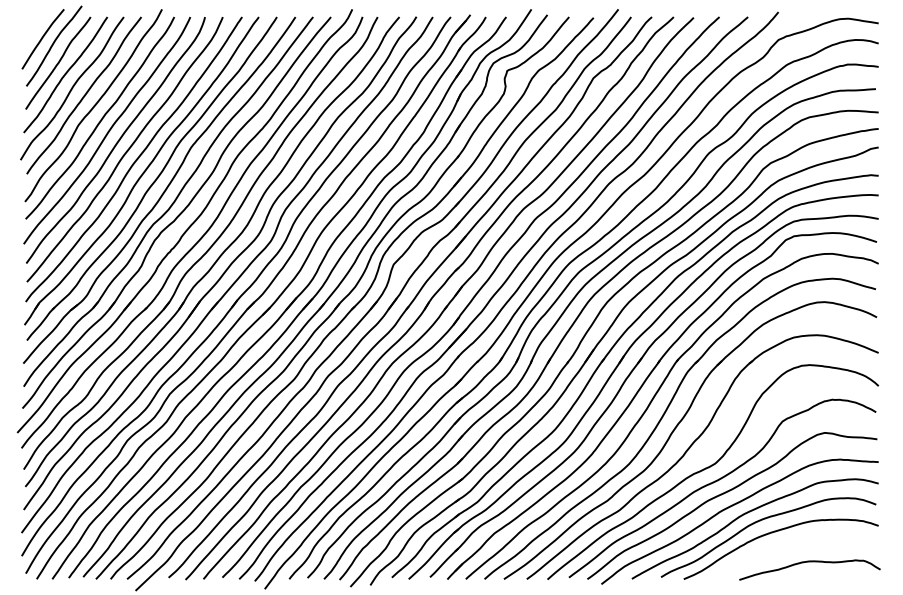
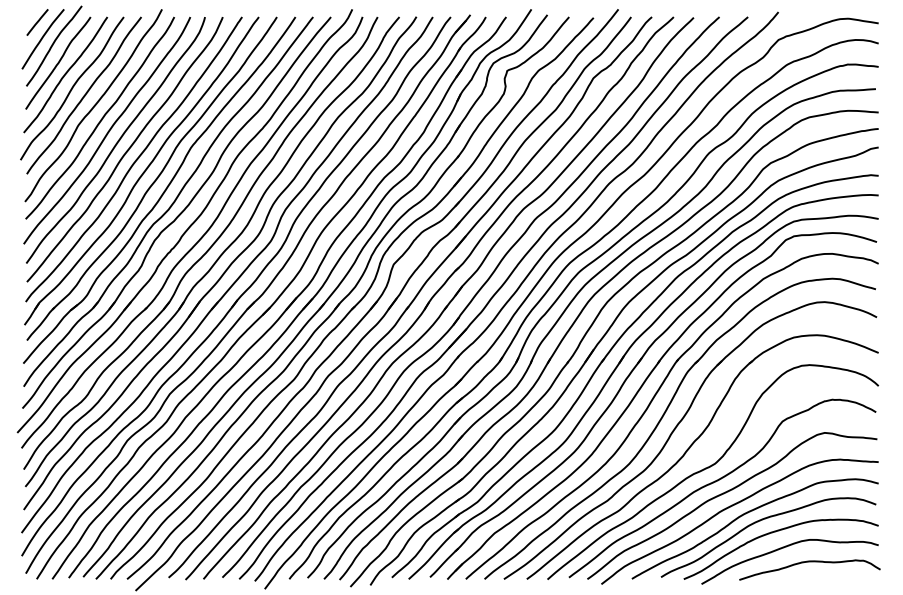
line at (37, 22): none -> present
curve at (786, 547): none -> present
